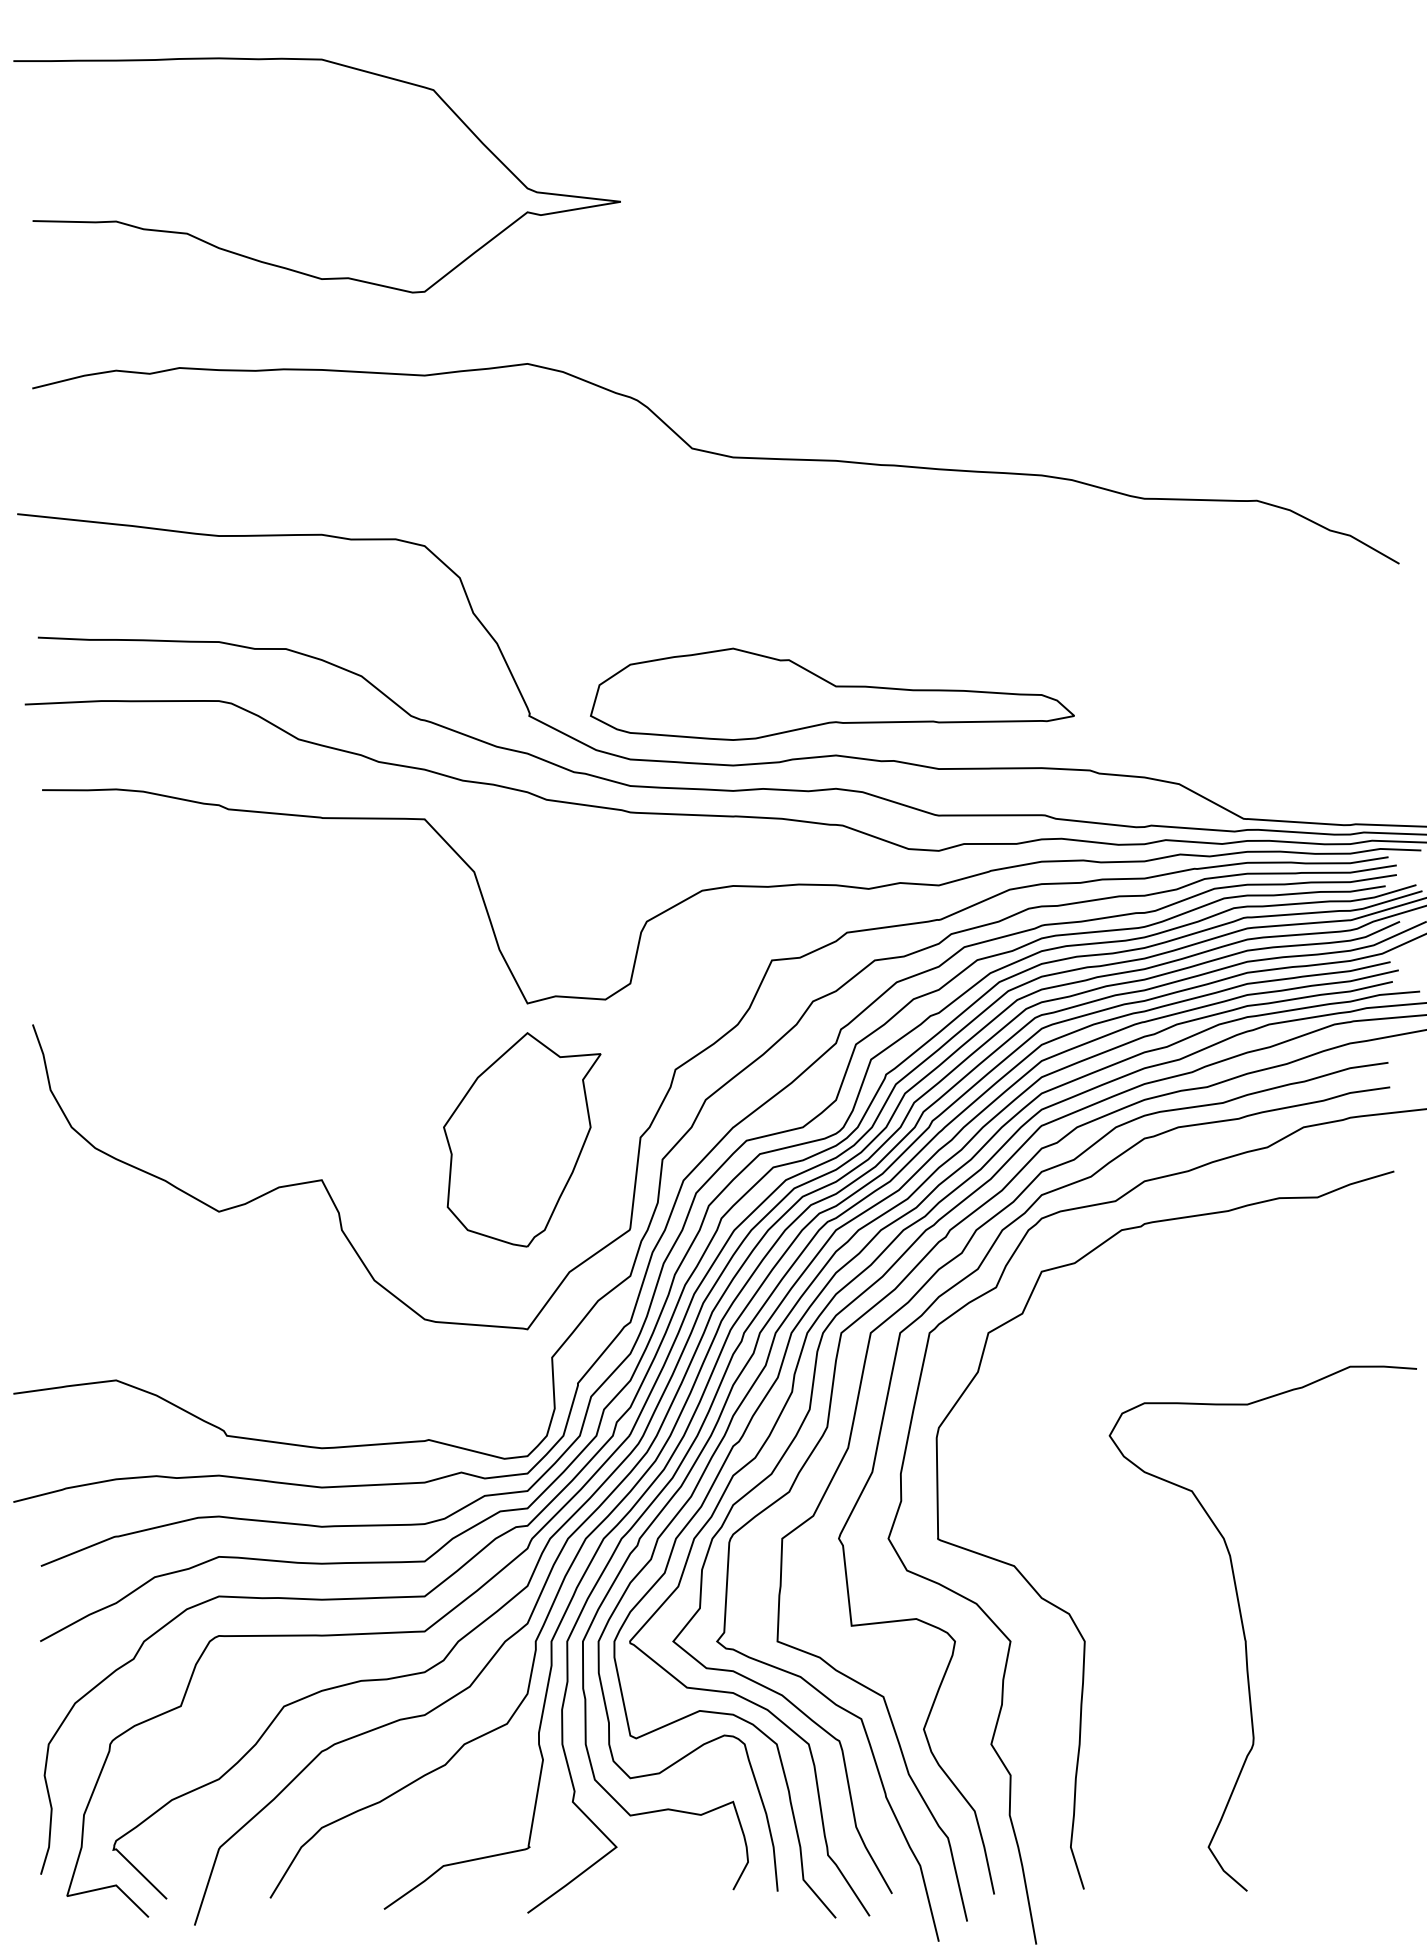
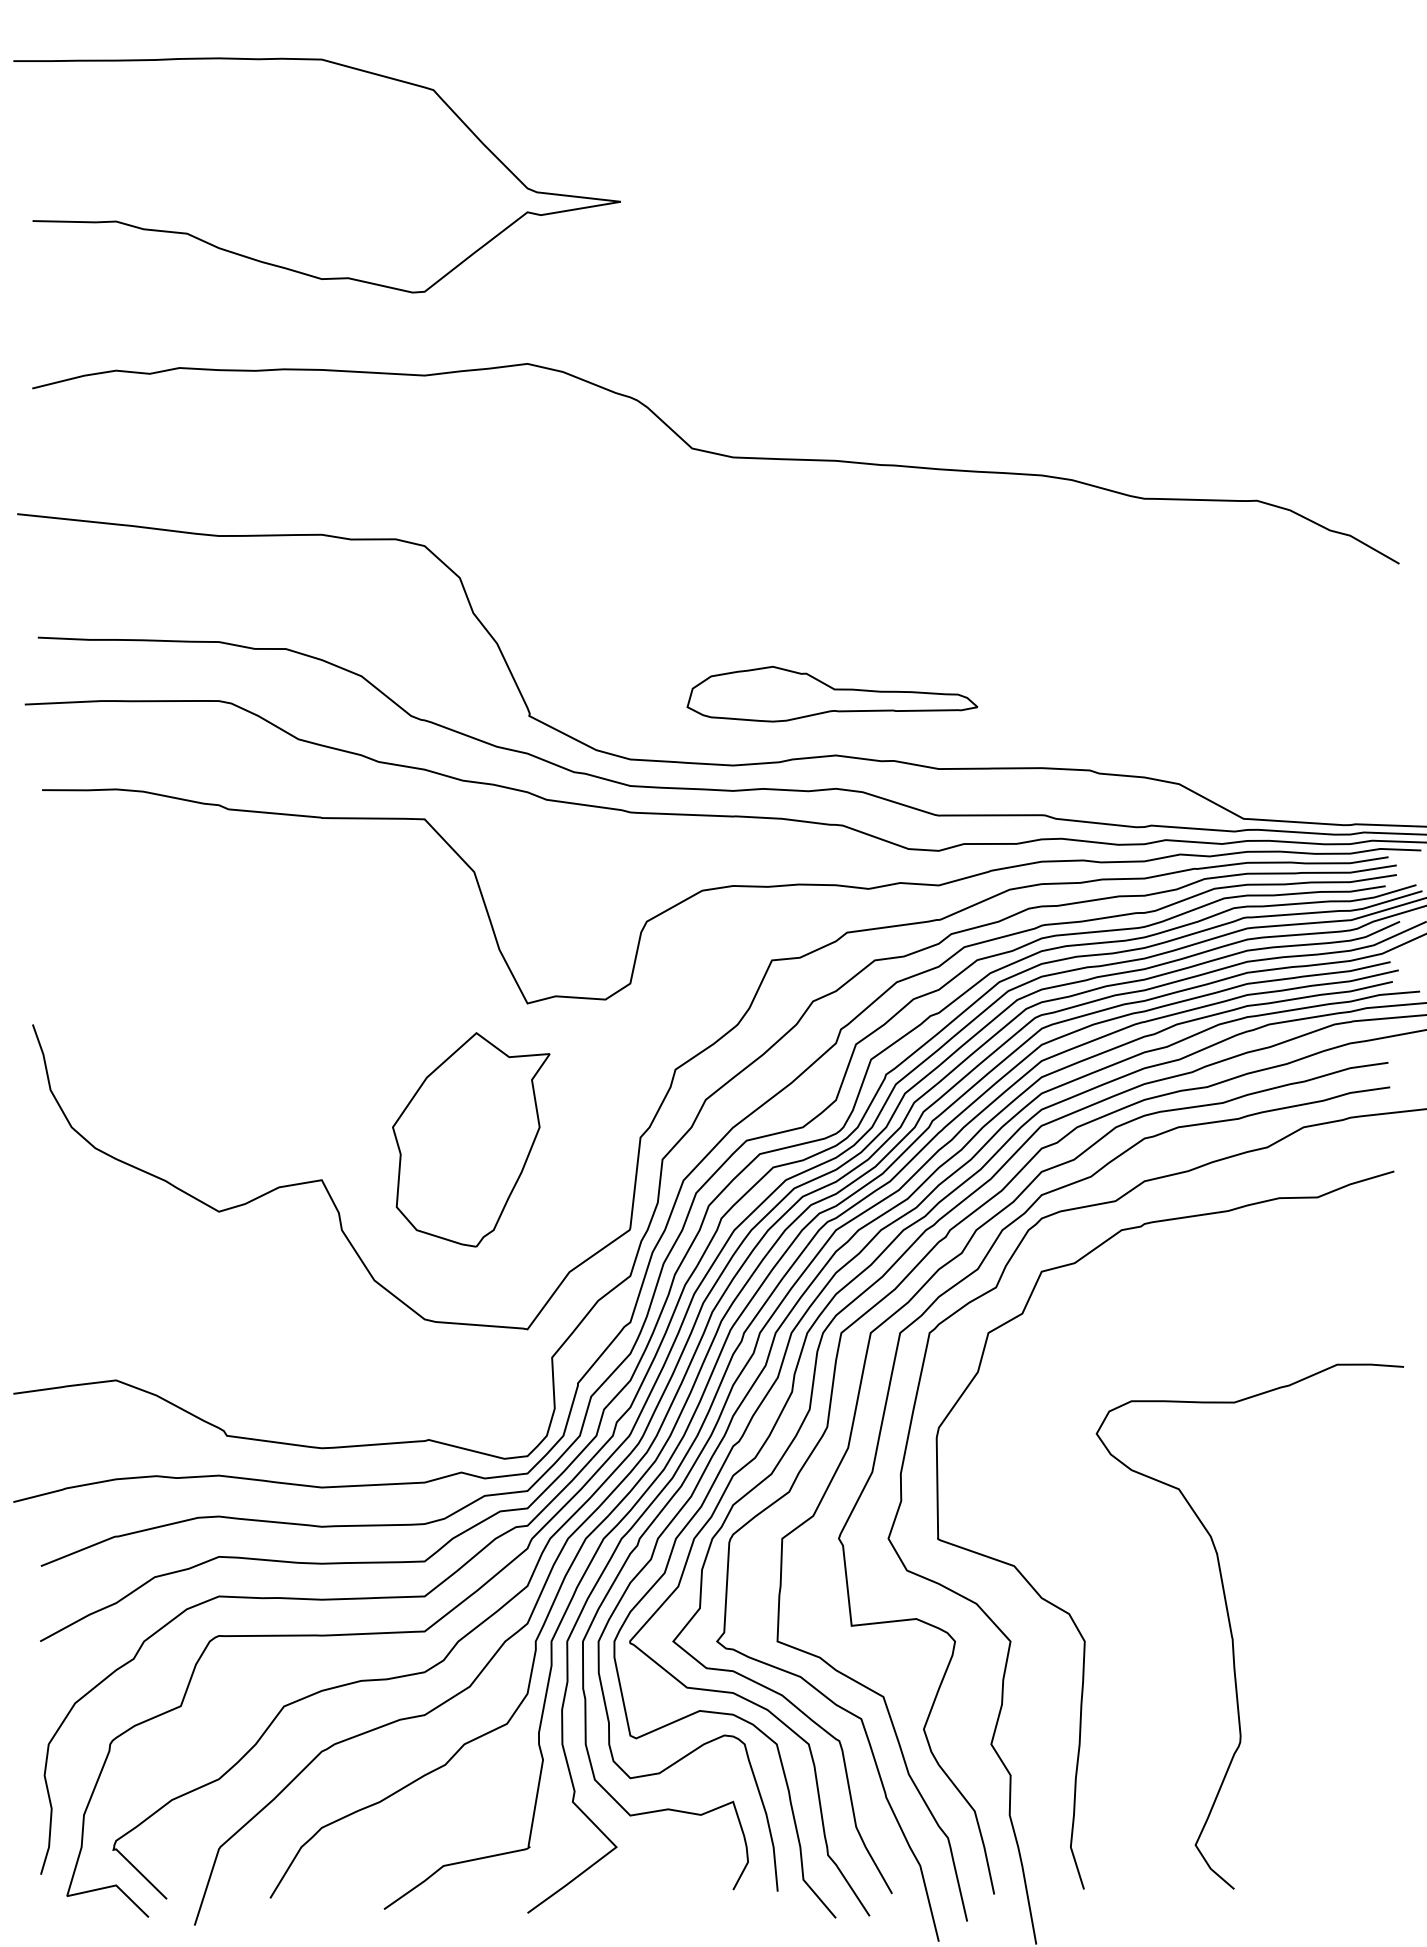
part at (832, 693) size: 485x94 px -> 293x58 px
part at (522, 1139) position: (522, 1139) -> (471, 1139)
curve at (1244, 1628) position: (1244, 1628) -> (1231, 1626)
